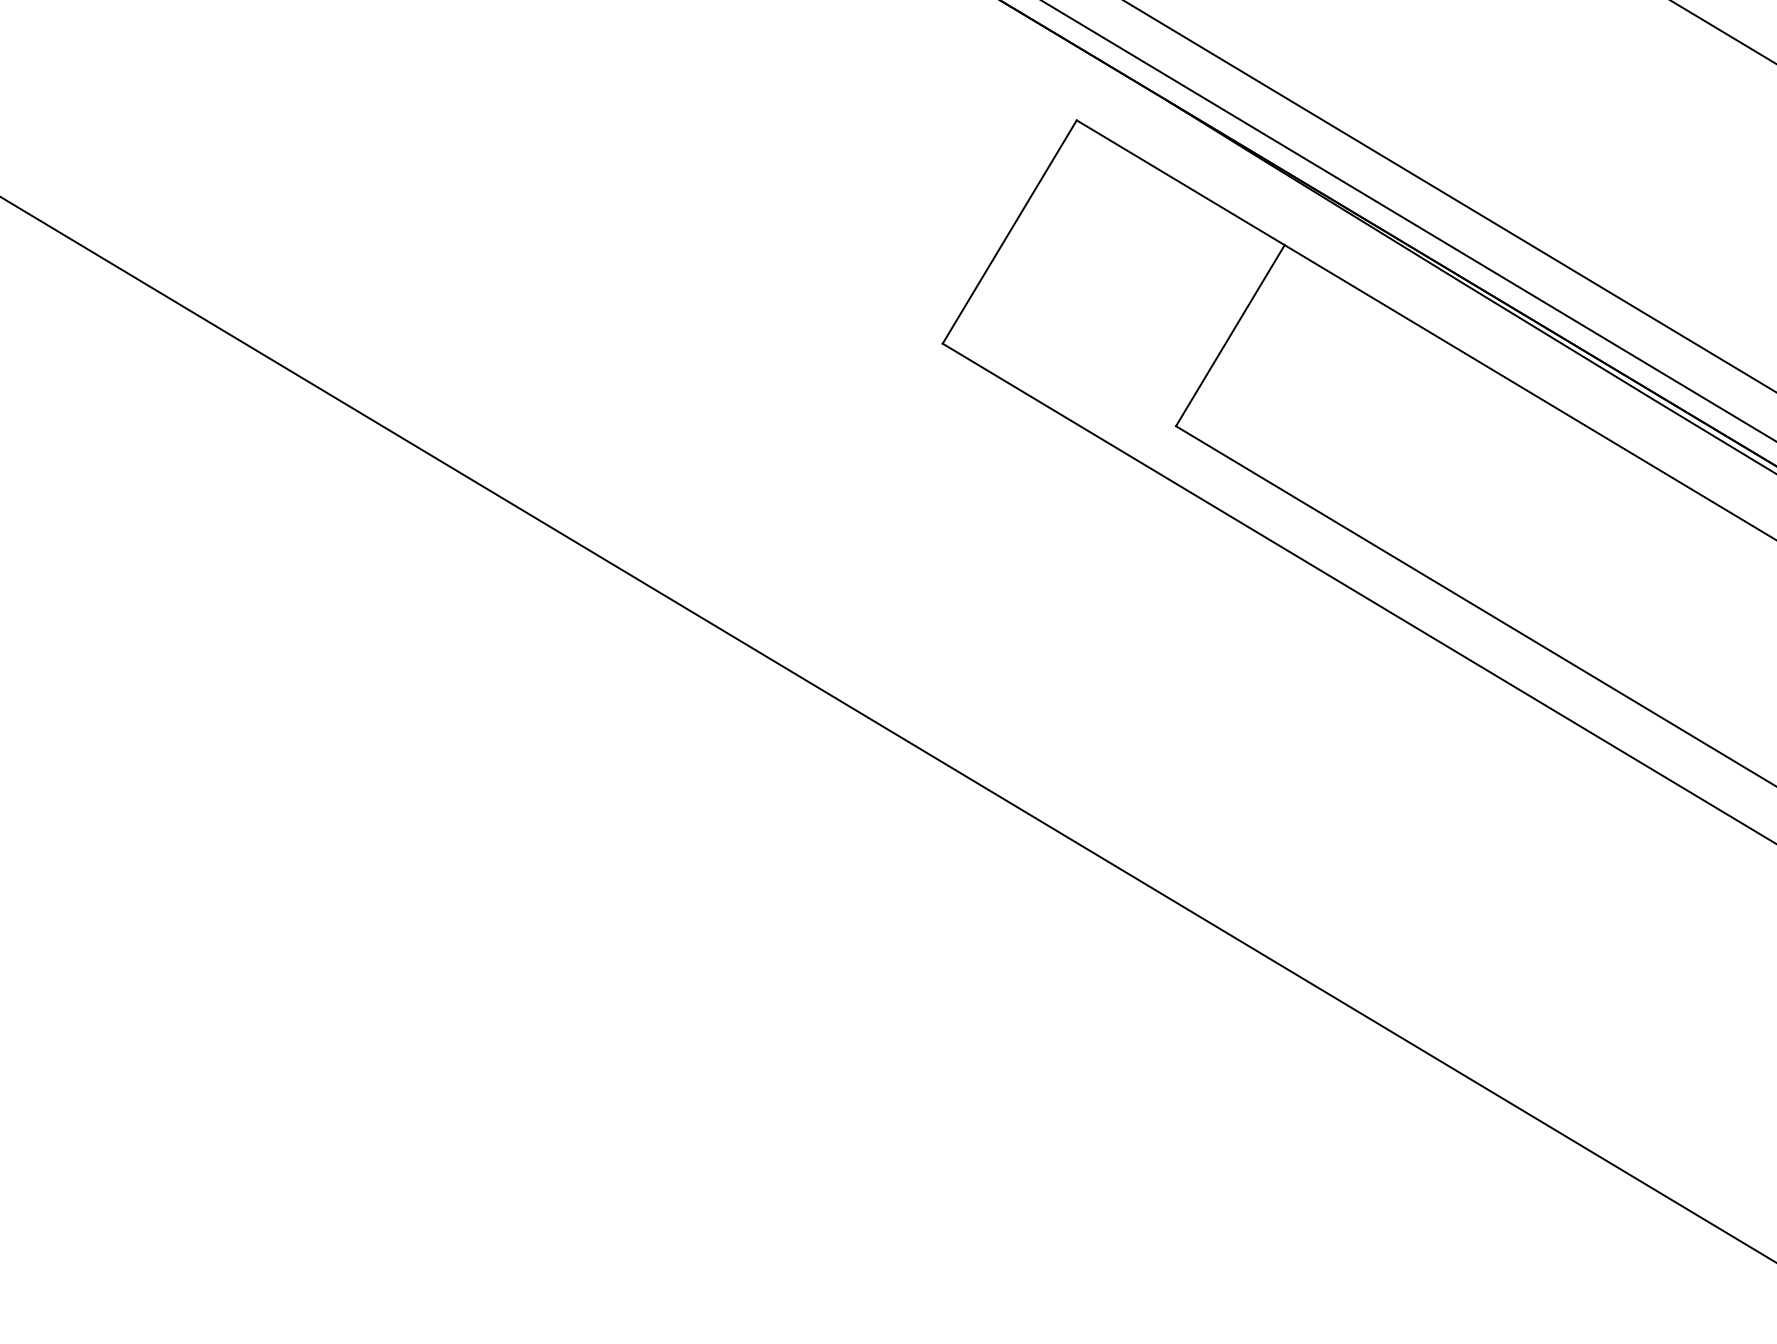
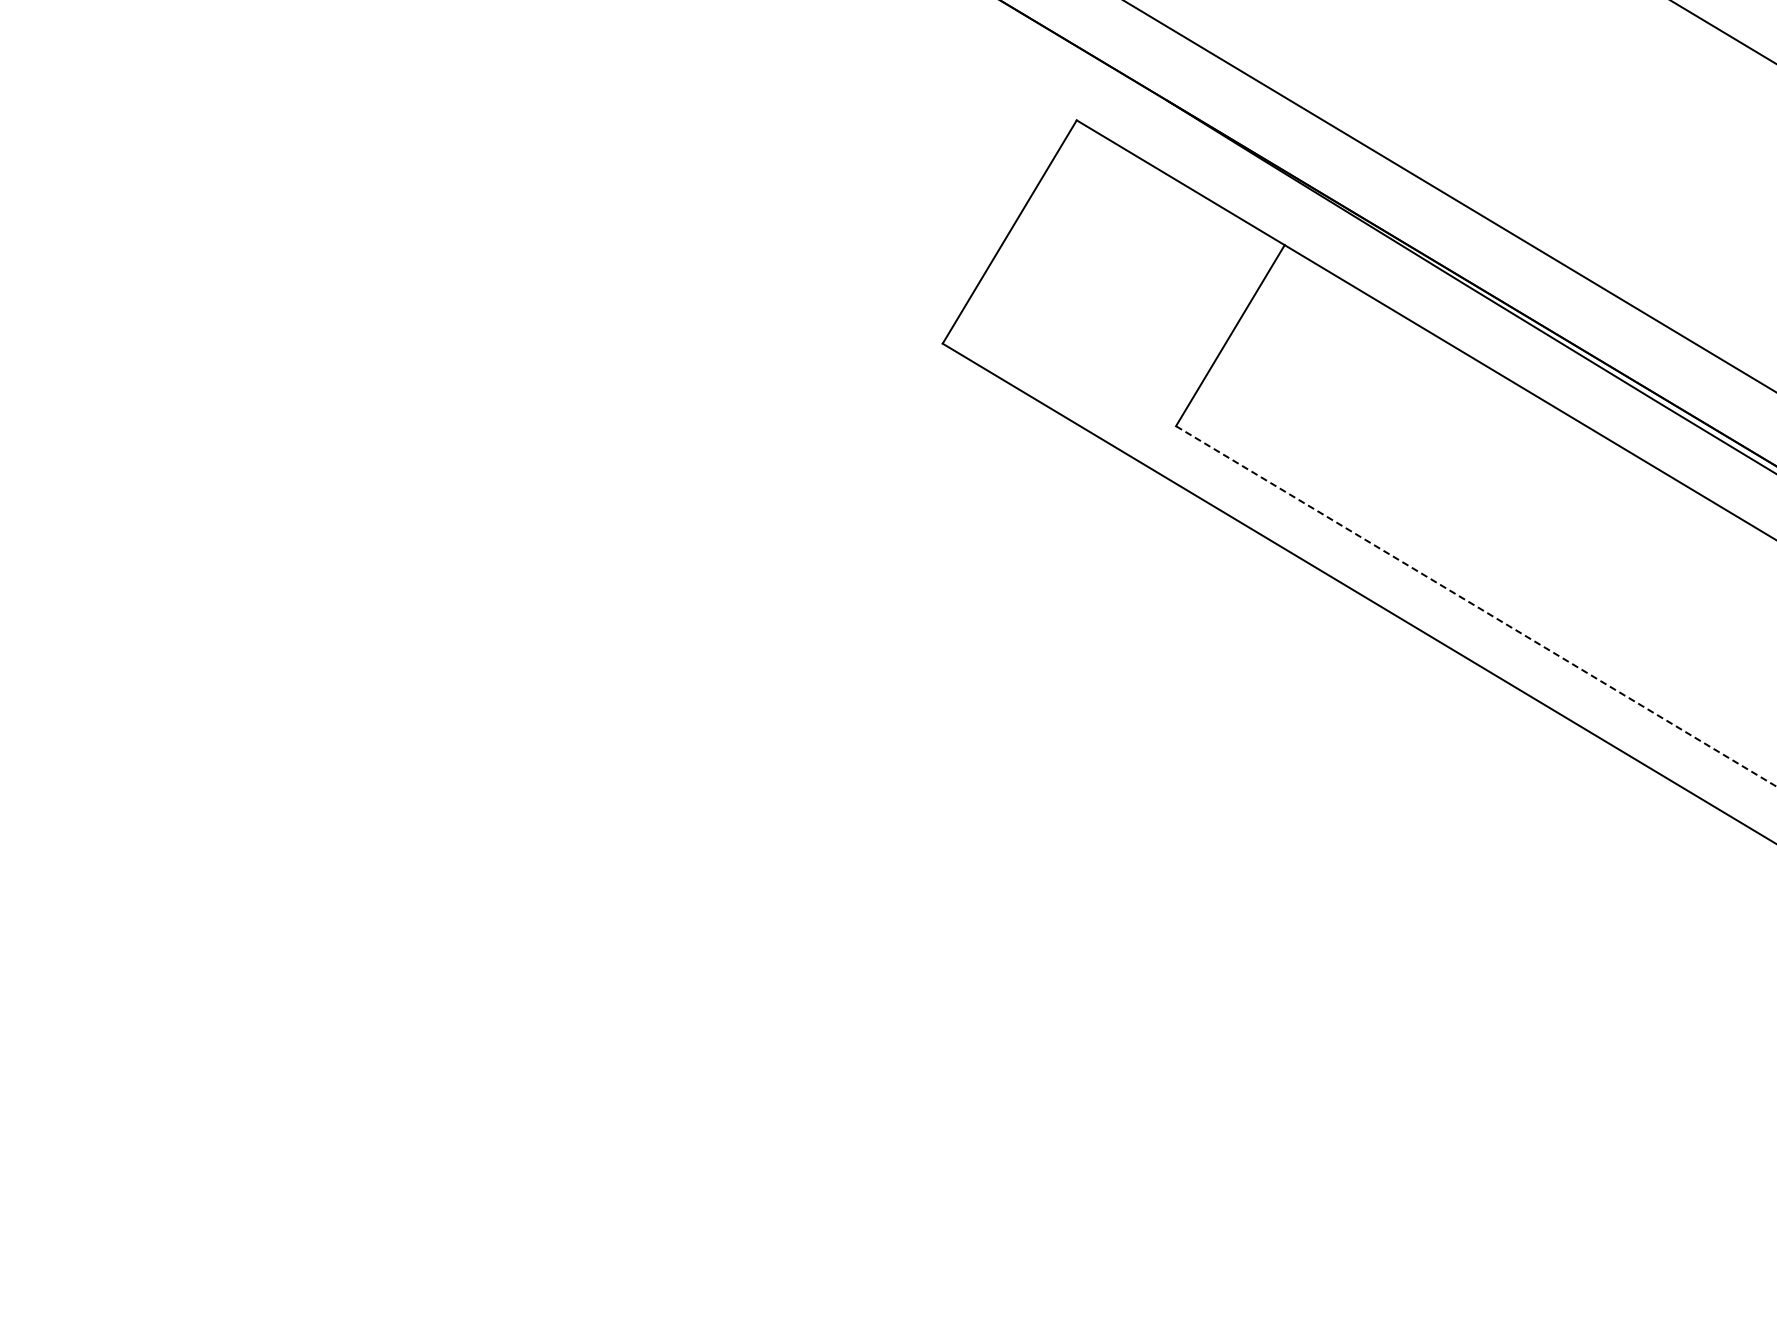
line at (1408, 221): present -> none
line at (1476, 606): solid -> dashed
line at (887, 729): present -> none
